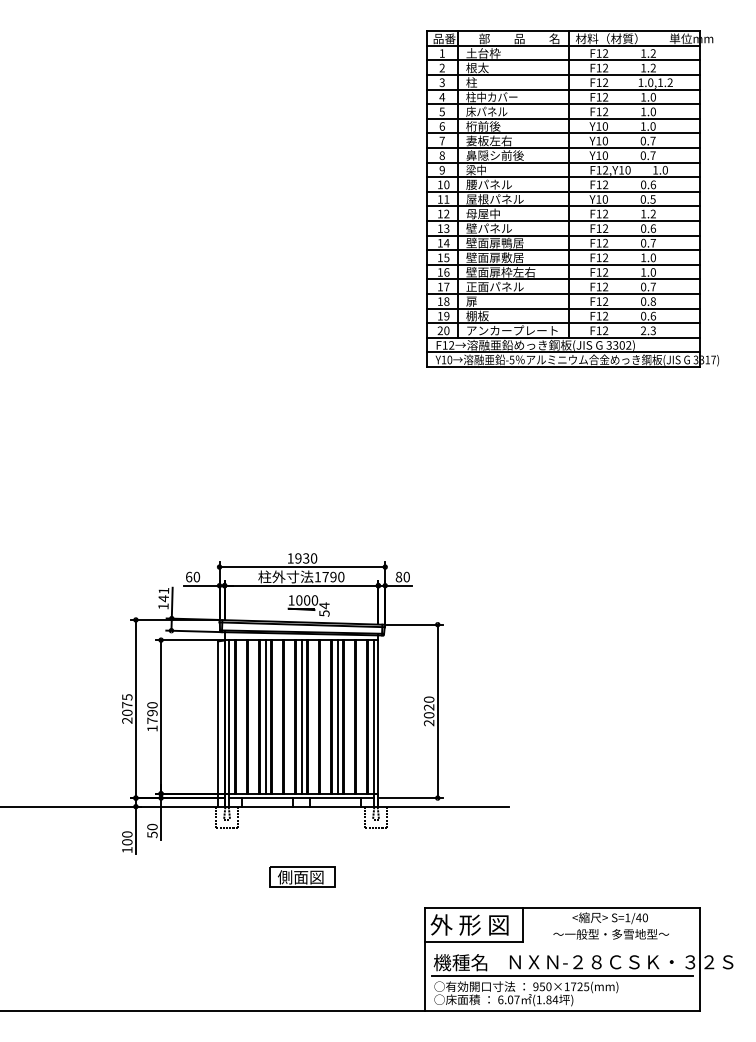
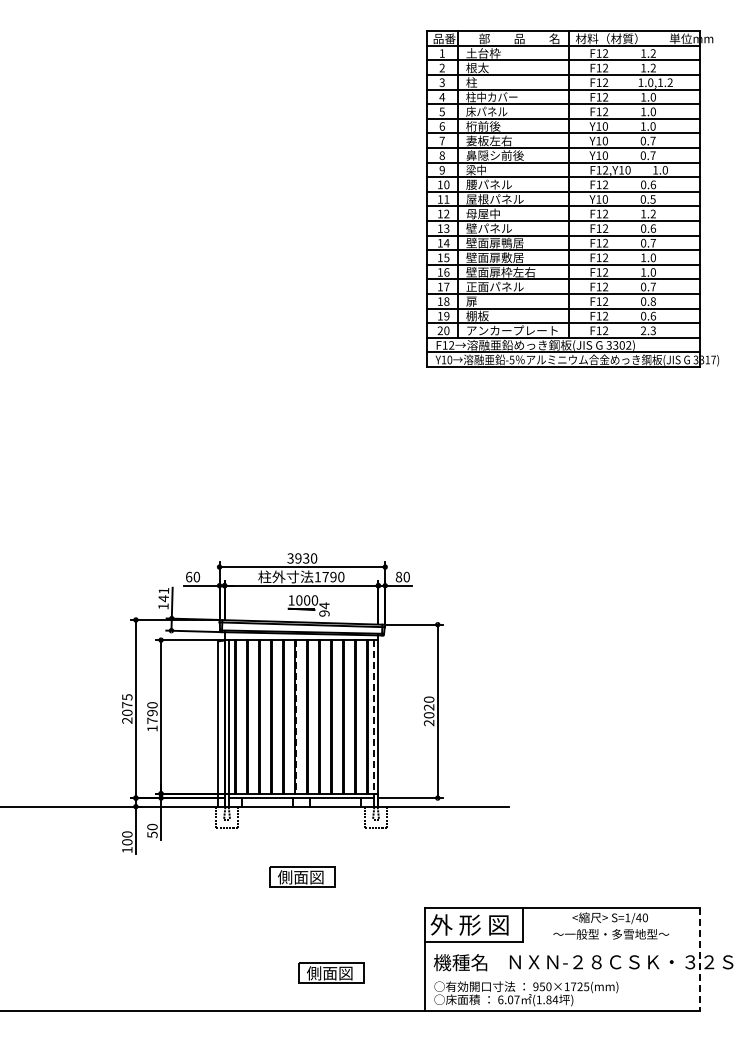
text at (290, 558): 1930 -> 3930
text at (324, 613): 54 -> 94
line at (265, 716): present -> none
line at (296, 716): solid -> dashed
line at (301, 716): present -> none
line at (337, 716): present -> none
line at (373, 716): solid -> dashed
line at (699, 959): solid -> dashed
part at (331, 972): none -> present
line at (561, 976): present -> none
